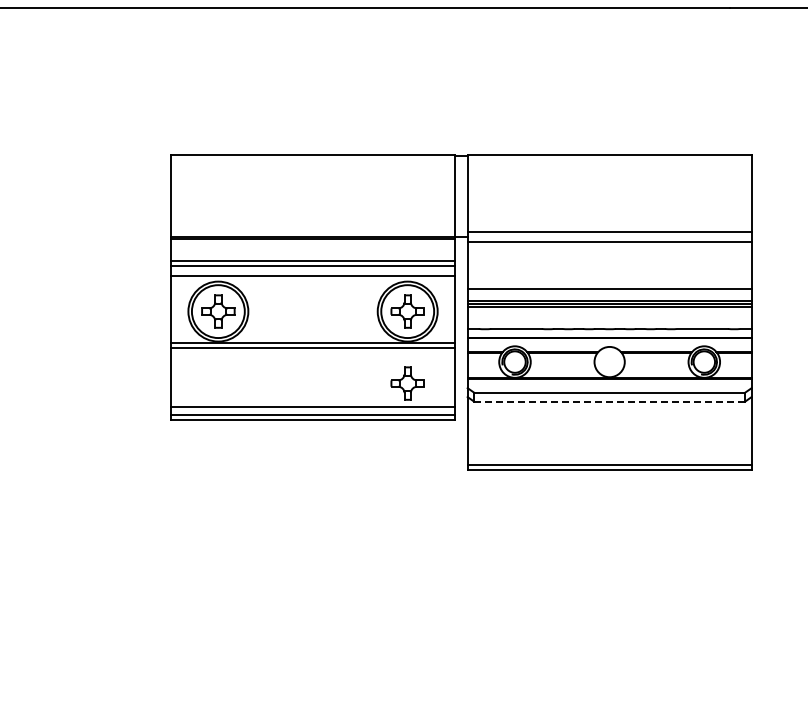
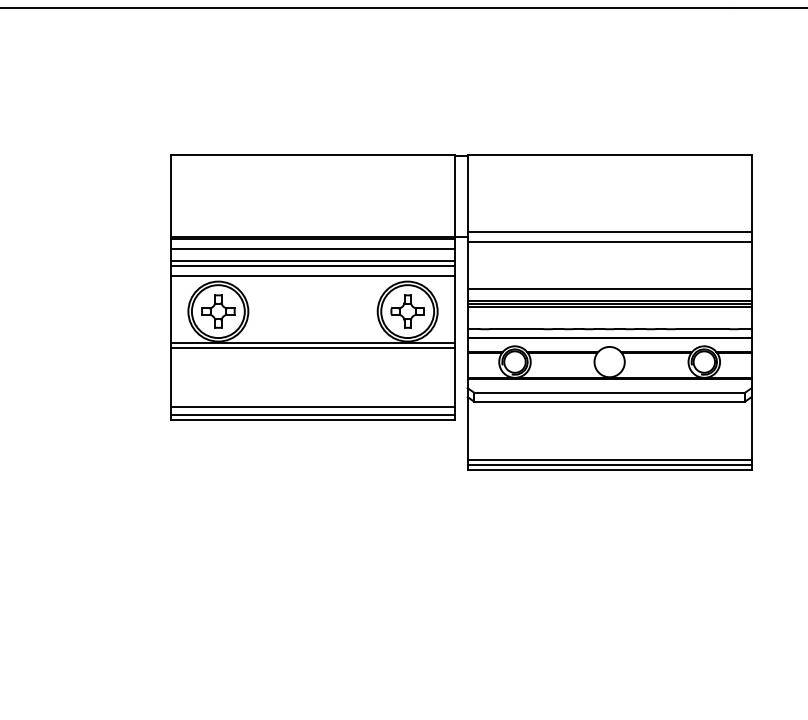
line at (313, 248): none -> present
part at (407, 383): present -> none
line at (609, 401): dashed -> solid
line at (609, 459): none -> present
